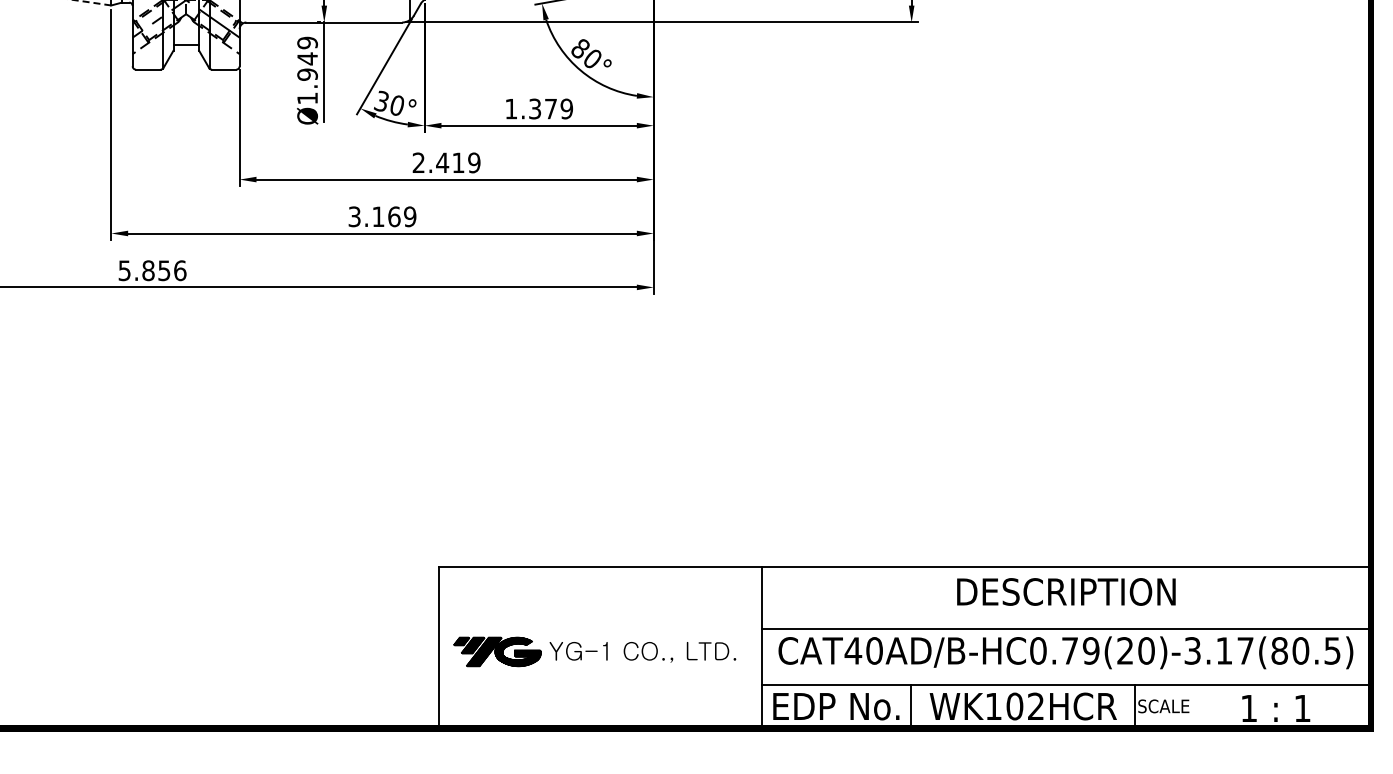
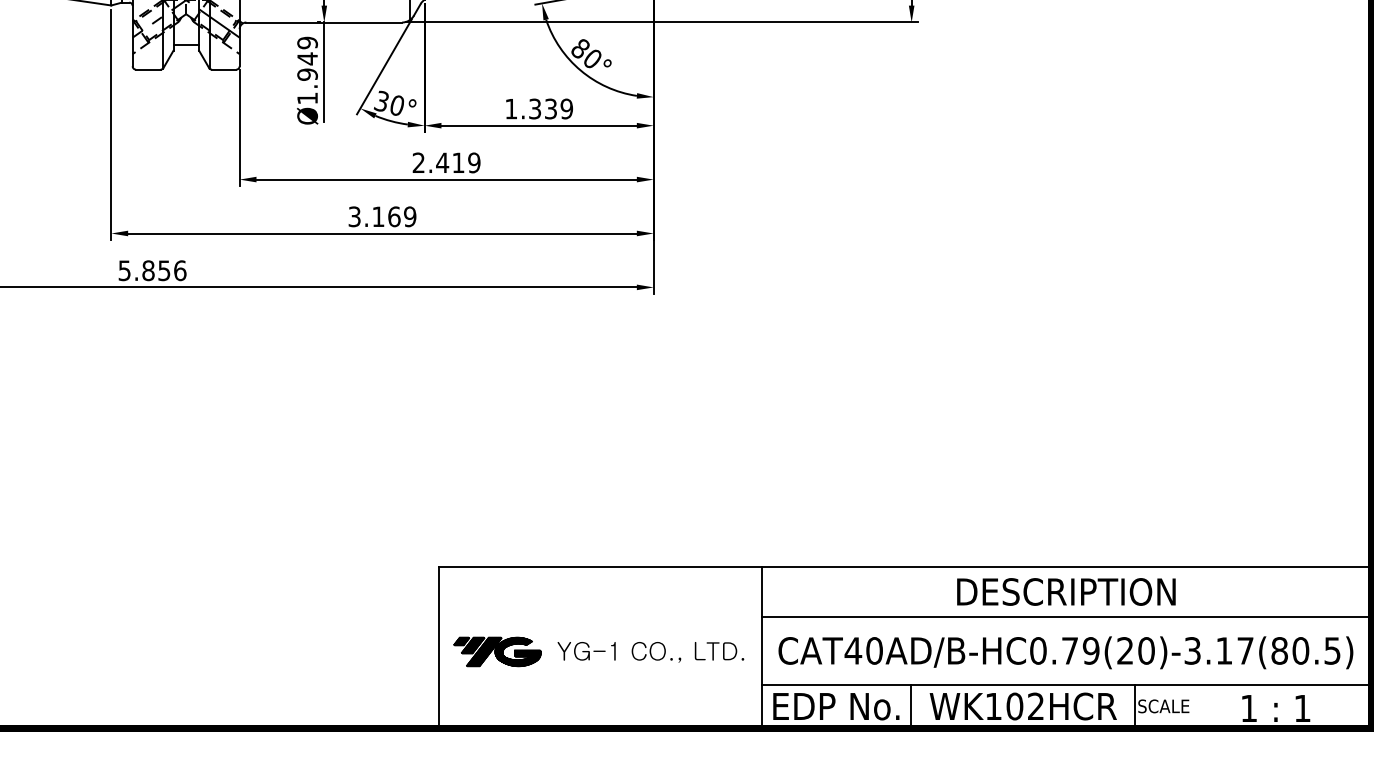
line at (92, 2): dashed -> solid
text at (550, 108): 1.379 -> 1.339
line at (1066, 629) position: (1066, 629) -> (1066, 617)
text at (642, 652) position: (642, 652) -> (650, 652)
